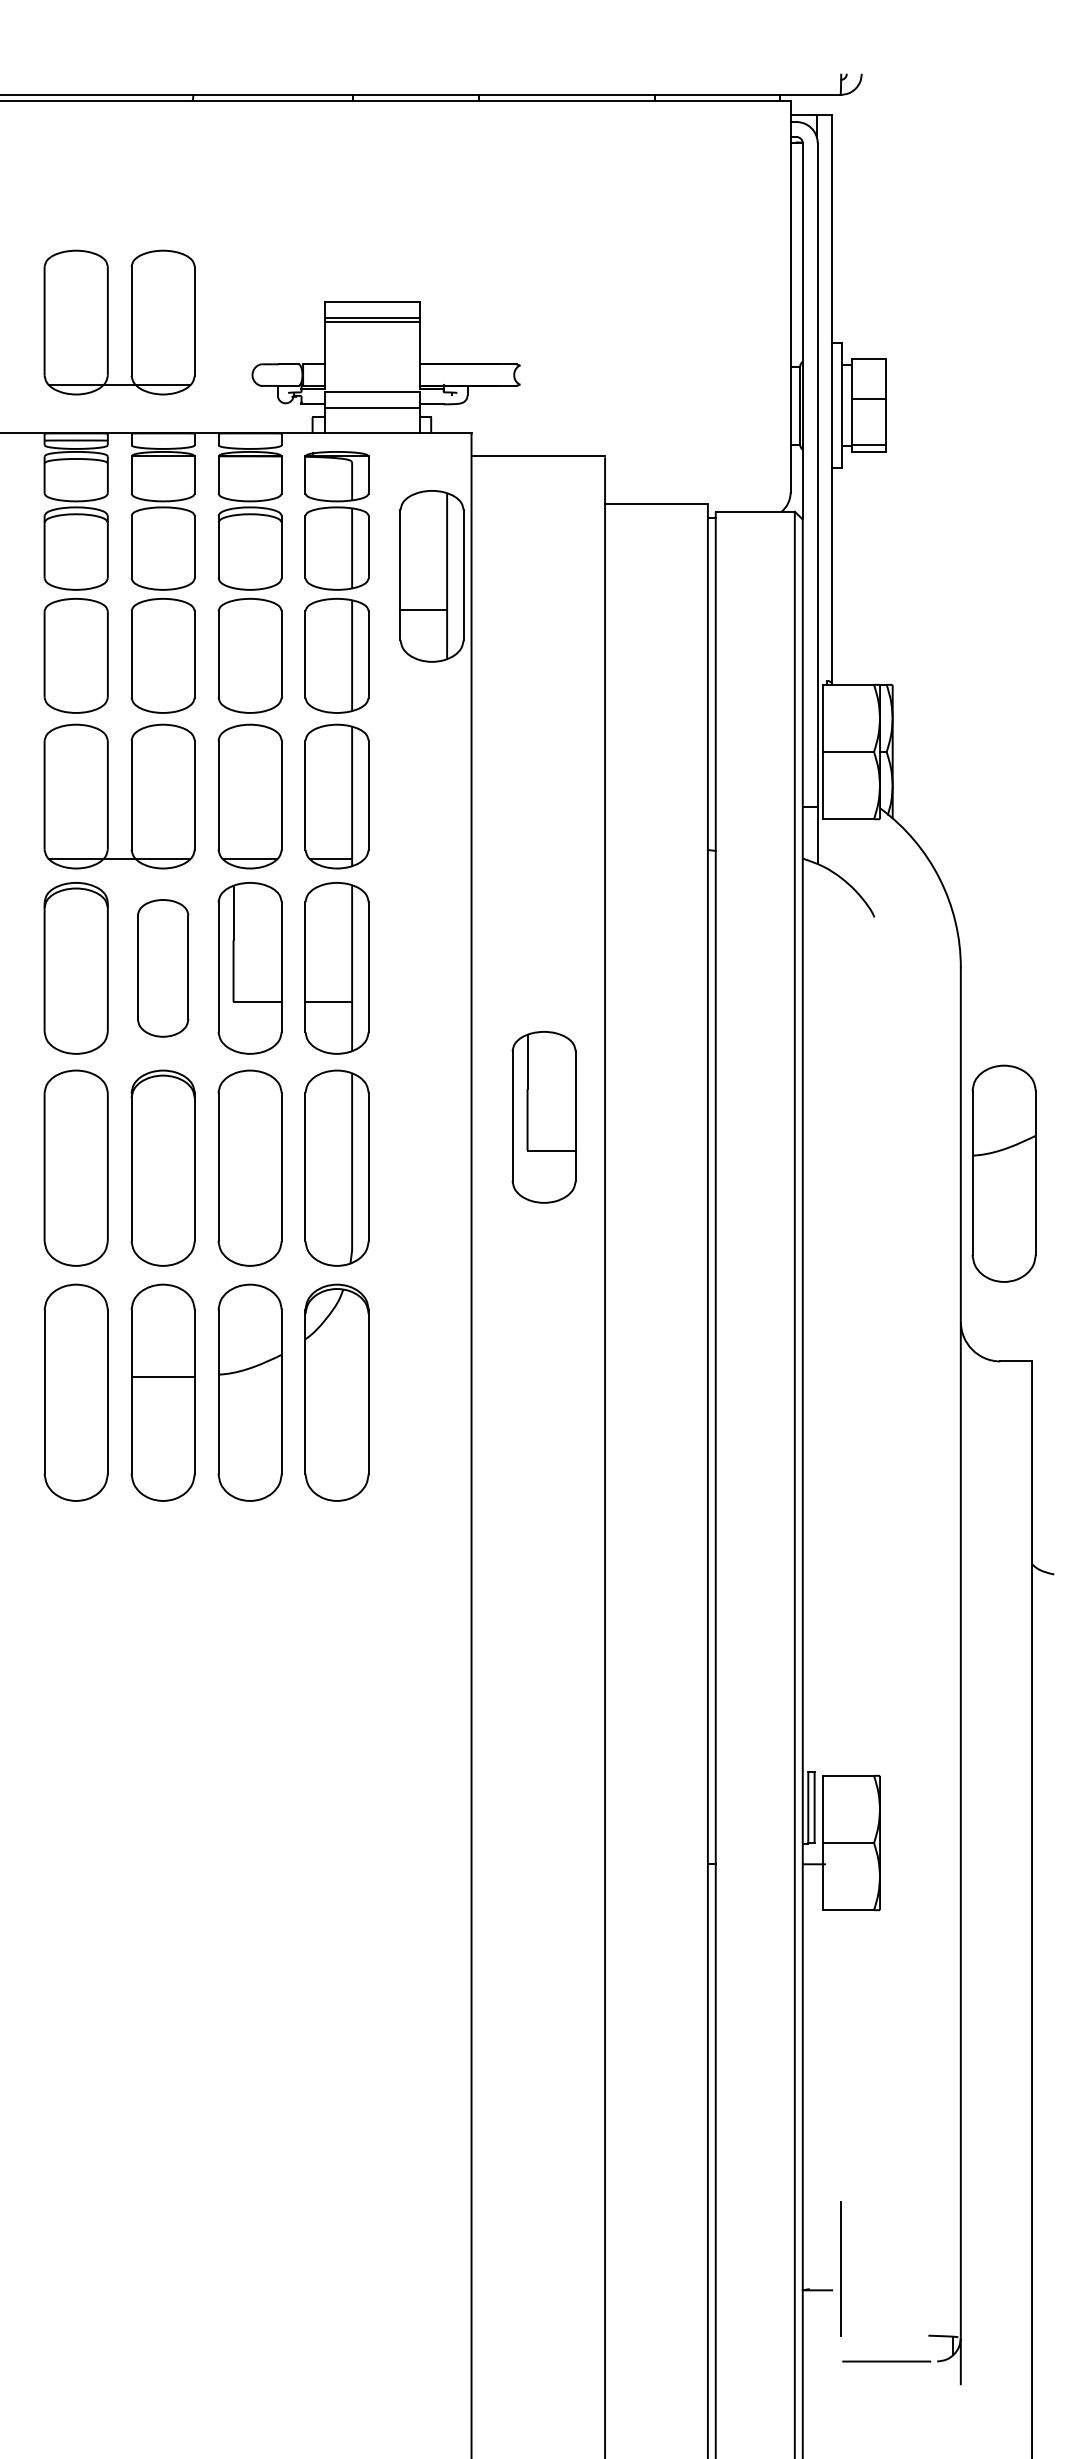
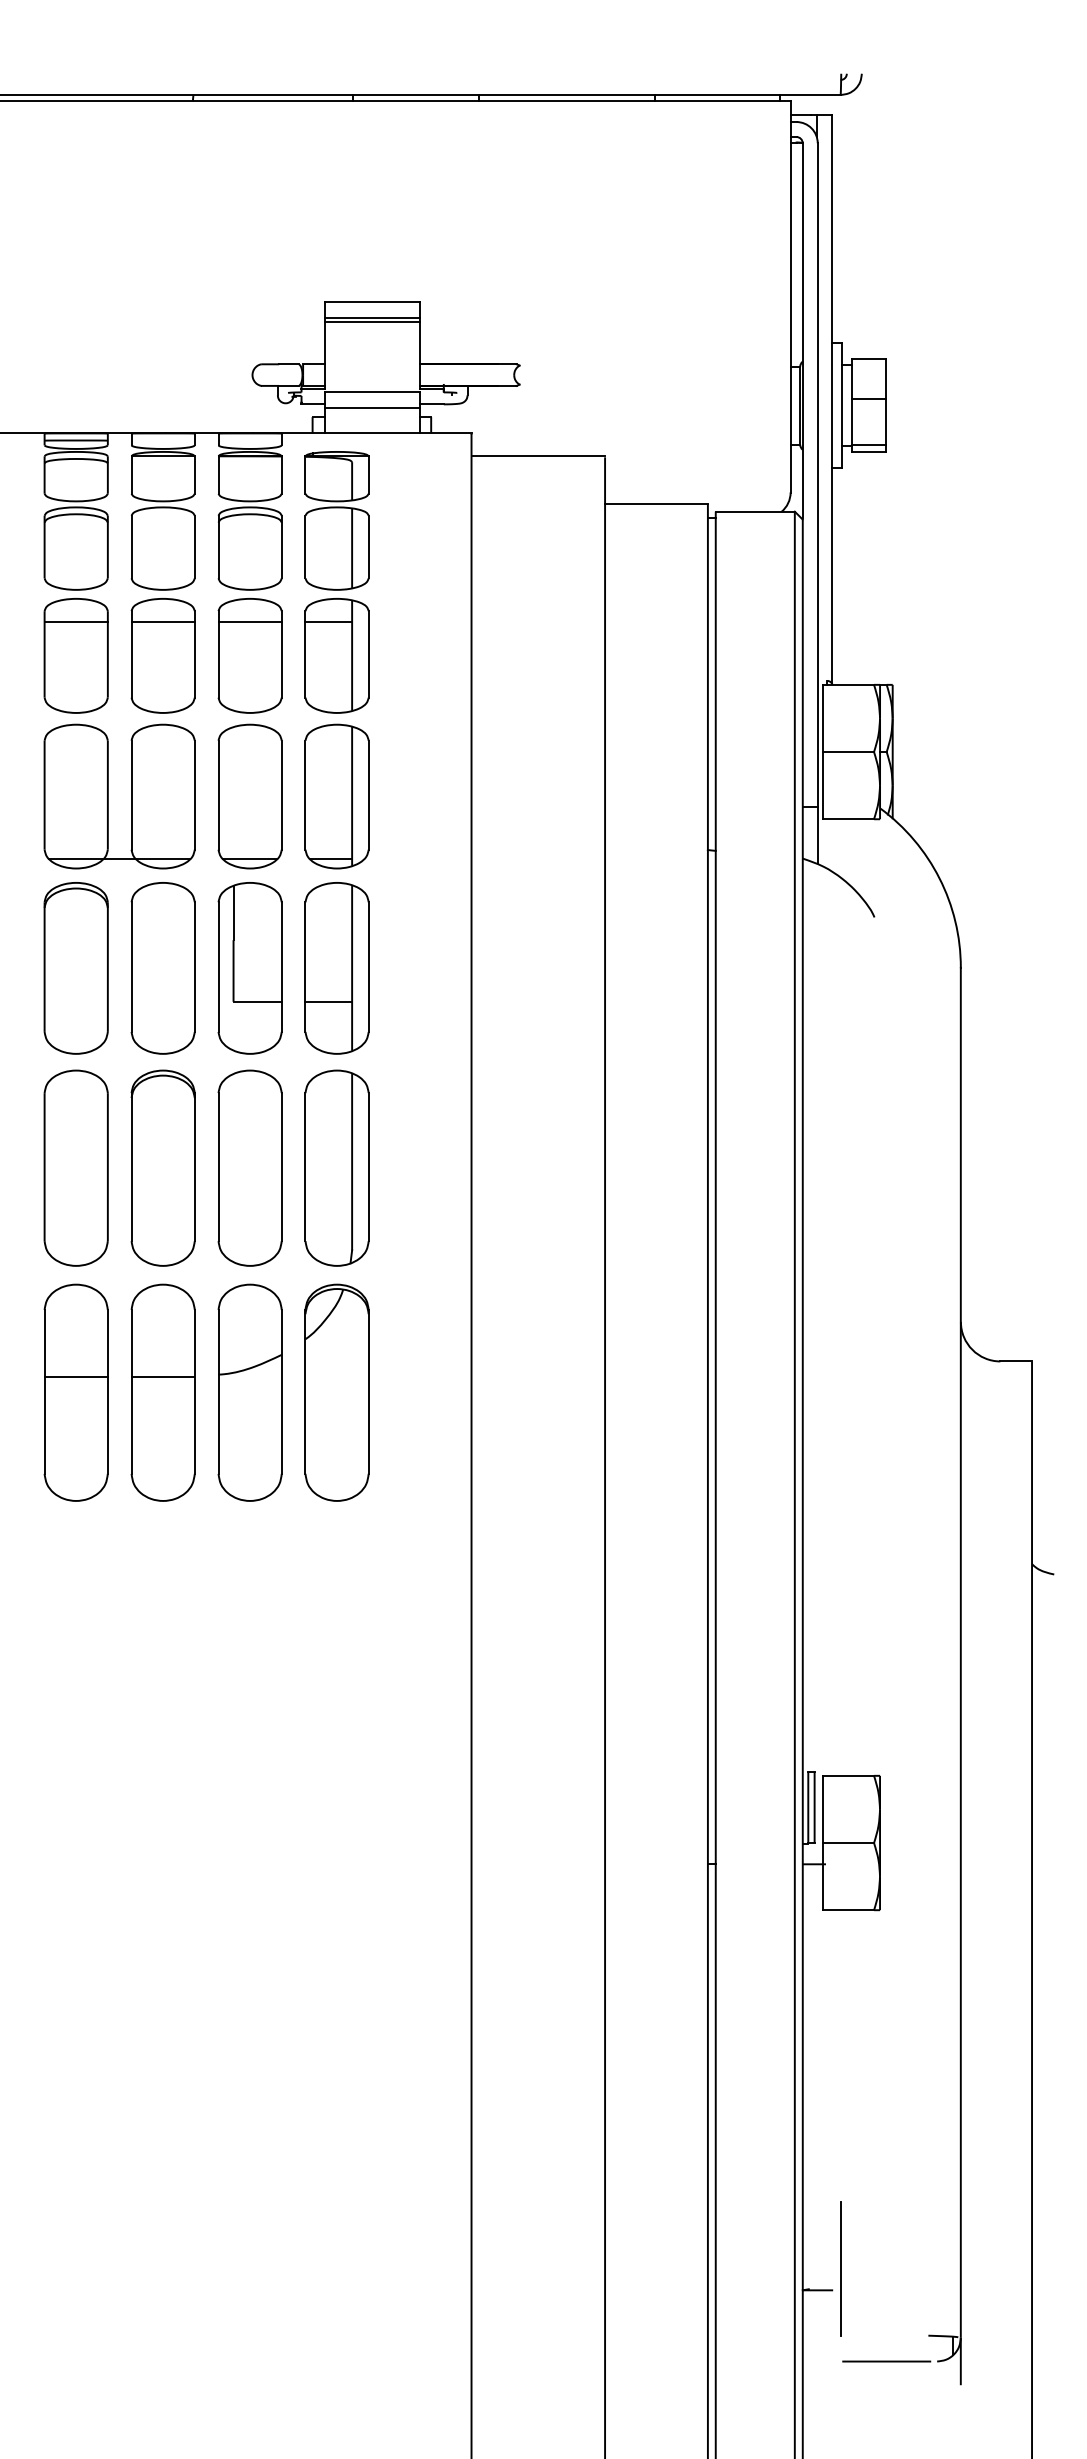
part at (108, 322): present -> none
part at (431, 576): present -> none
line at (75, 621): none -> present
line at (162, 621): none -> present
line at (249, 621): none -> present
line at (328, 621): none -> present
part at (163, 968) size: 53x139 px -> 66x173 px
part at (543, 1117): present -> none
part at (1003, 1173): present -> none
line at (75, 1376): none -> present
